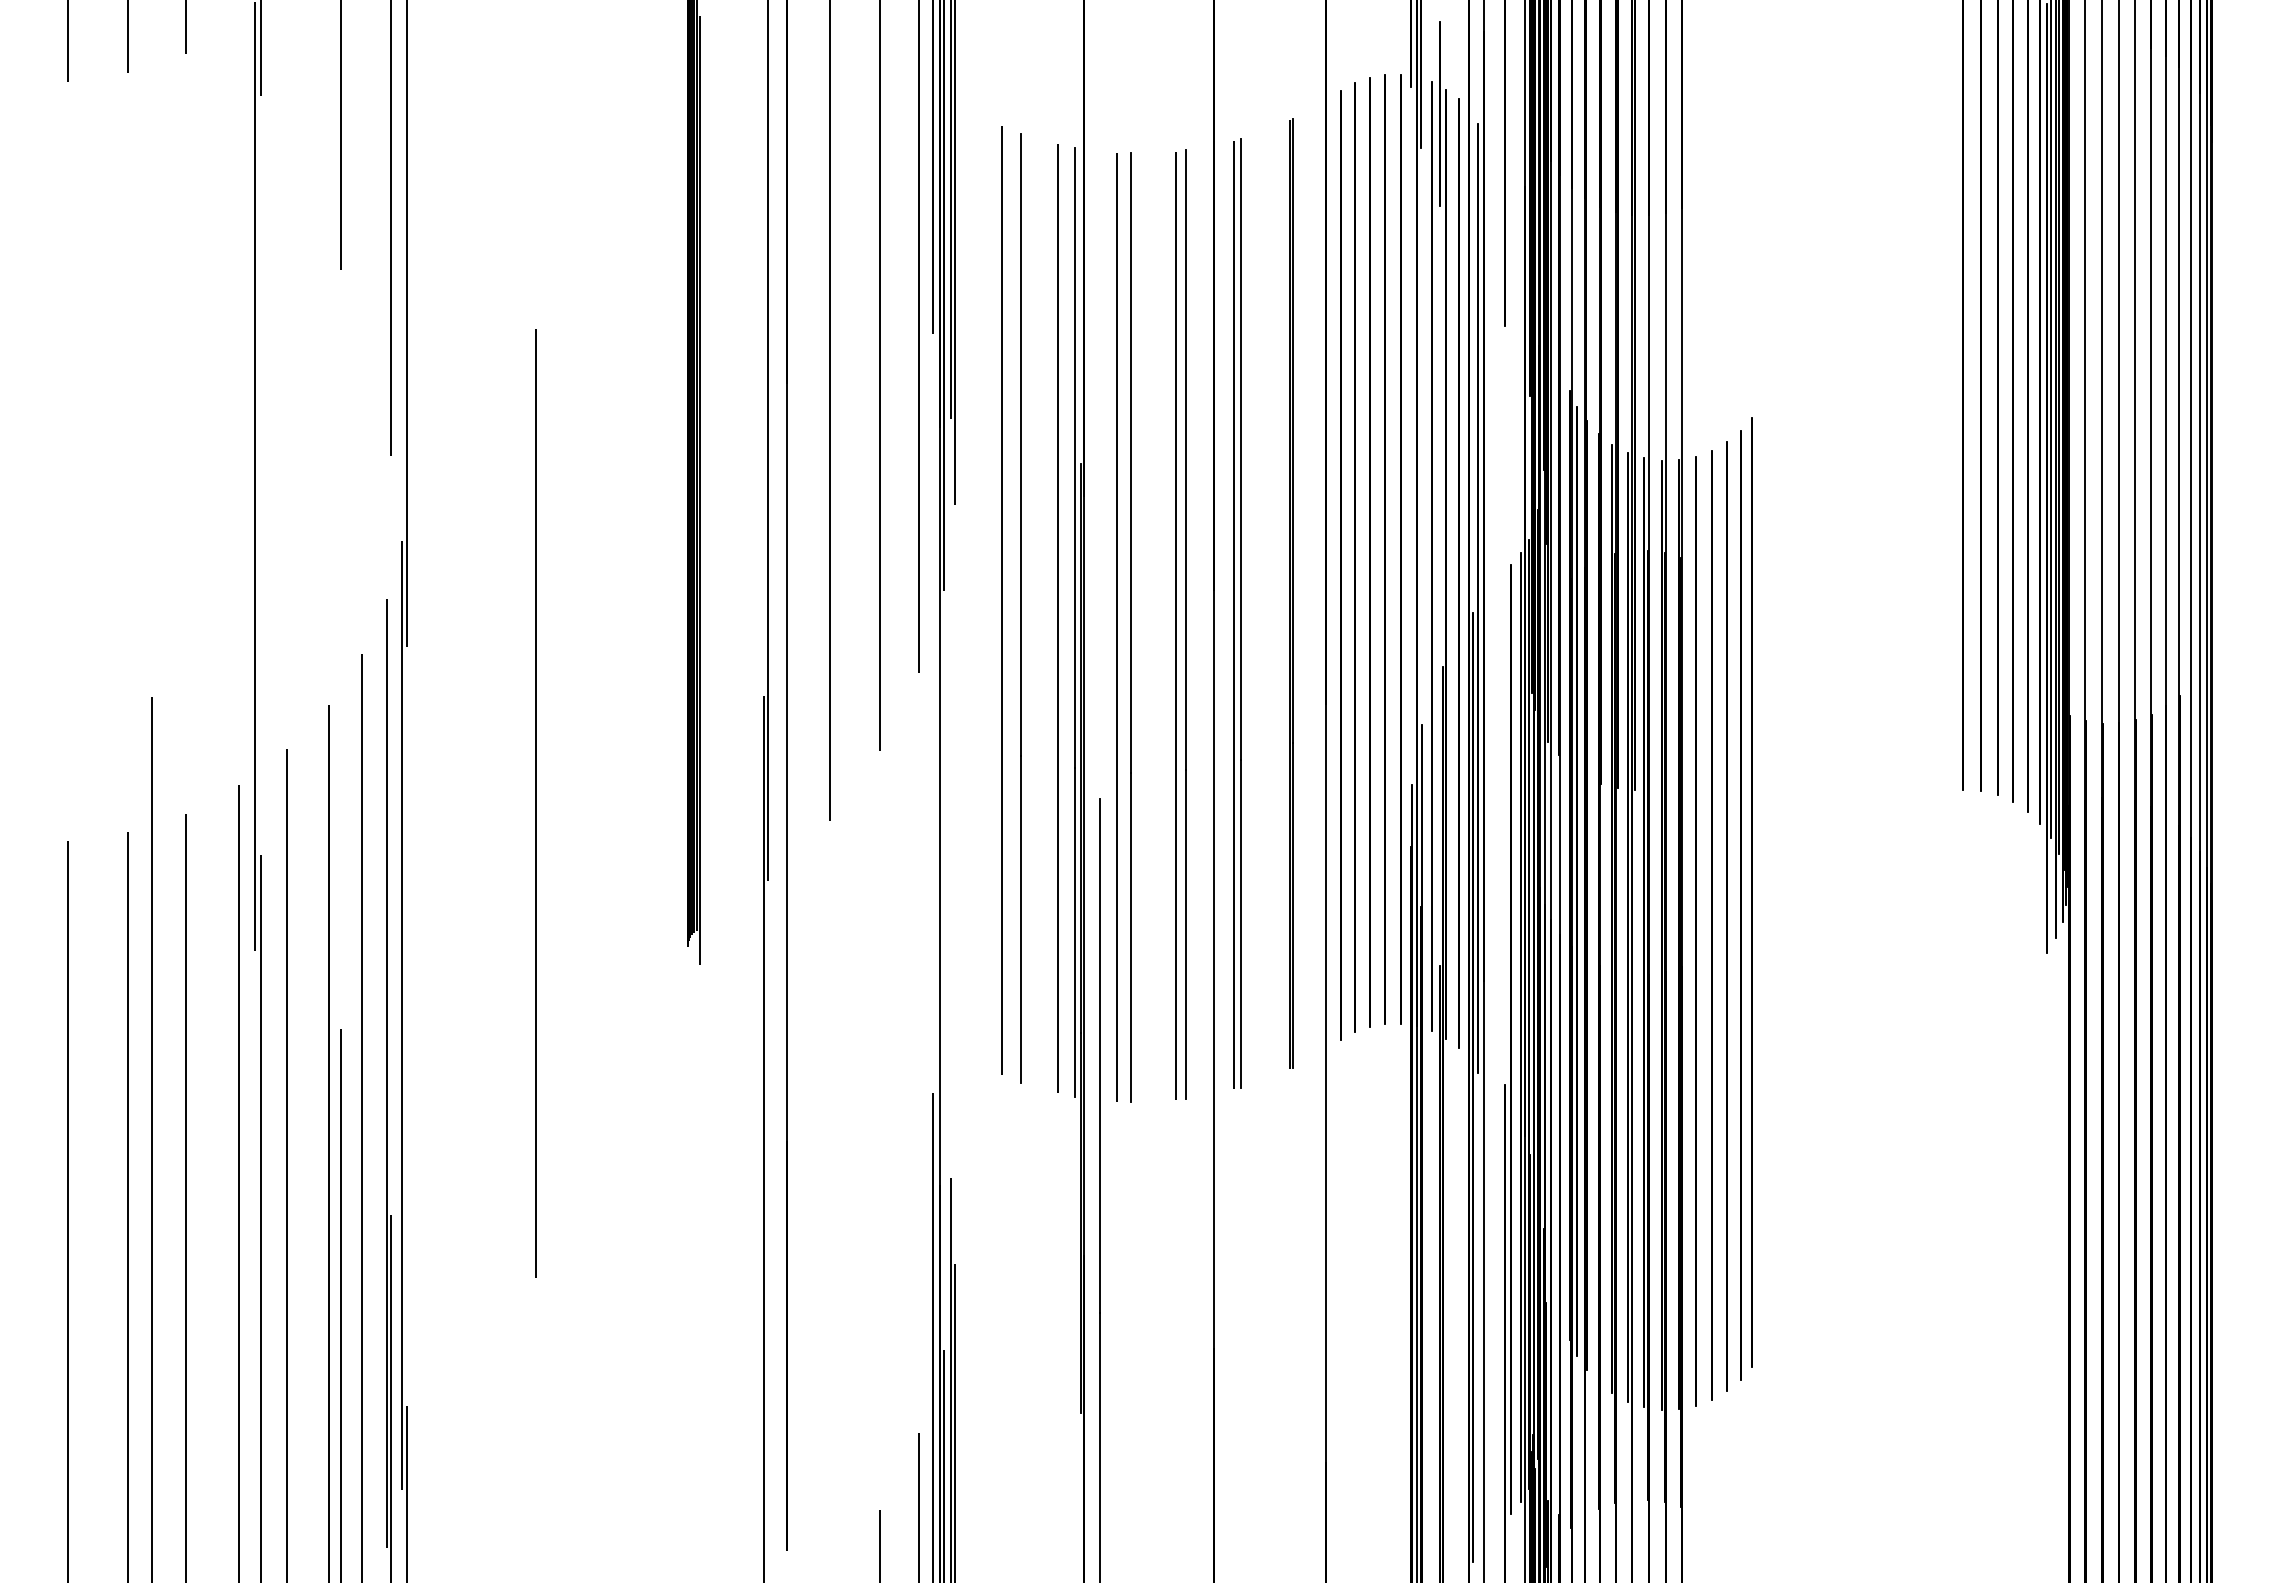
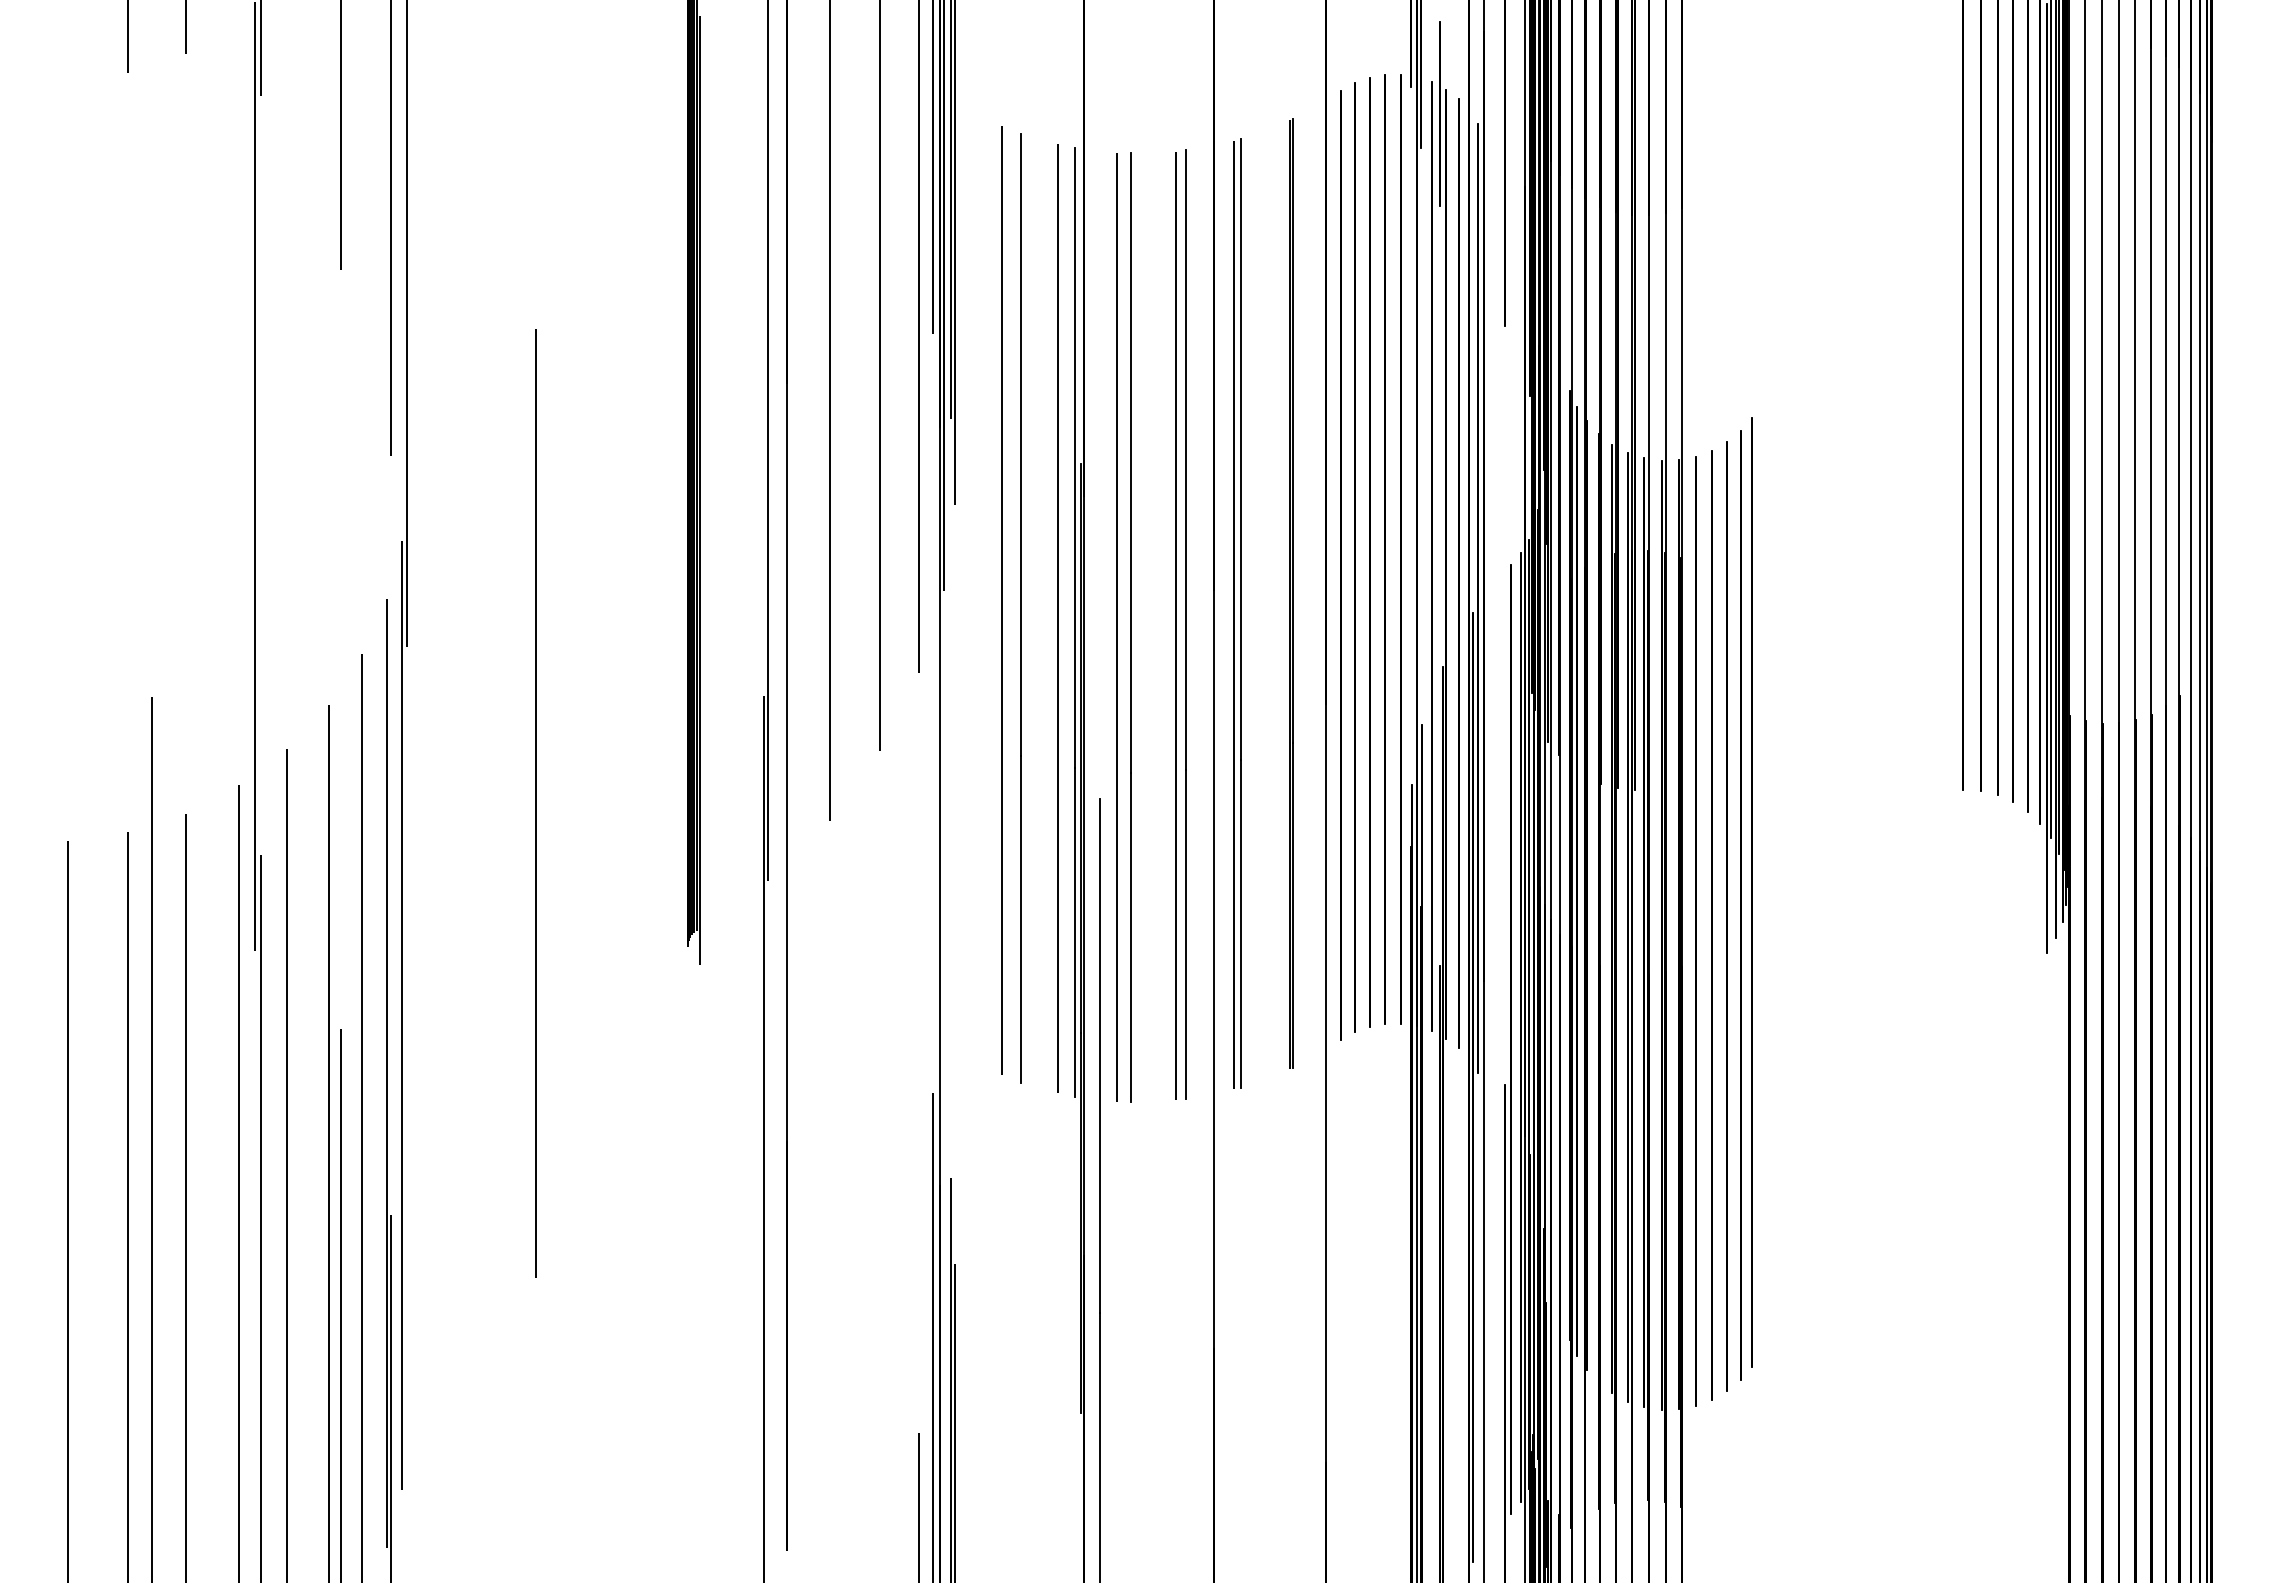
line at (68, 41): present -> none
line at (943, 1464): present -> none
line at (407, 1492): present -> none
line at (880, 1544): present -> none
